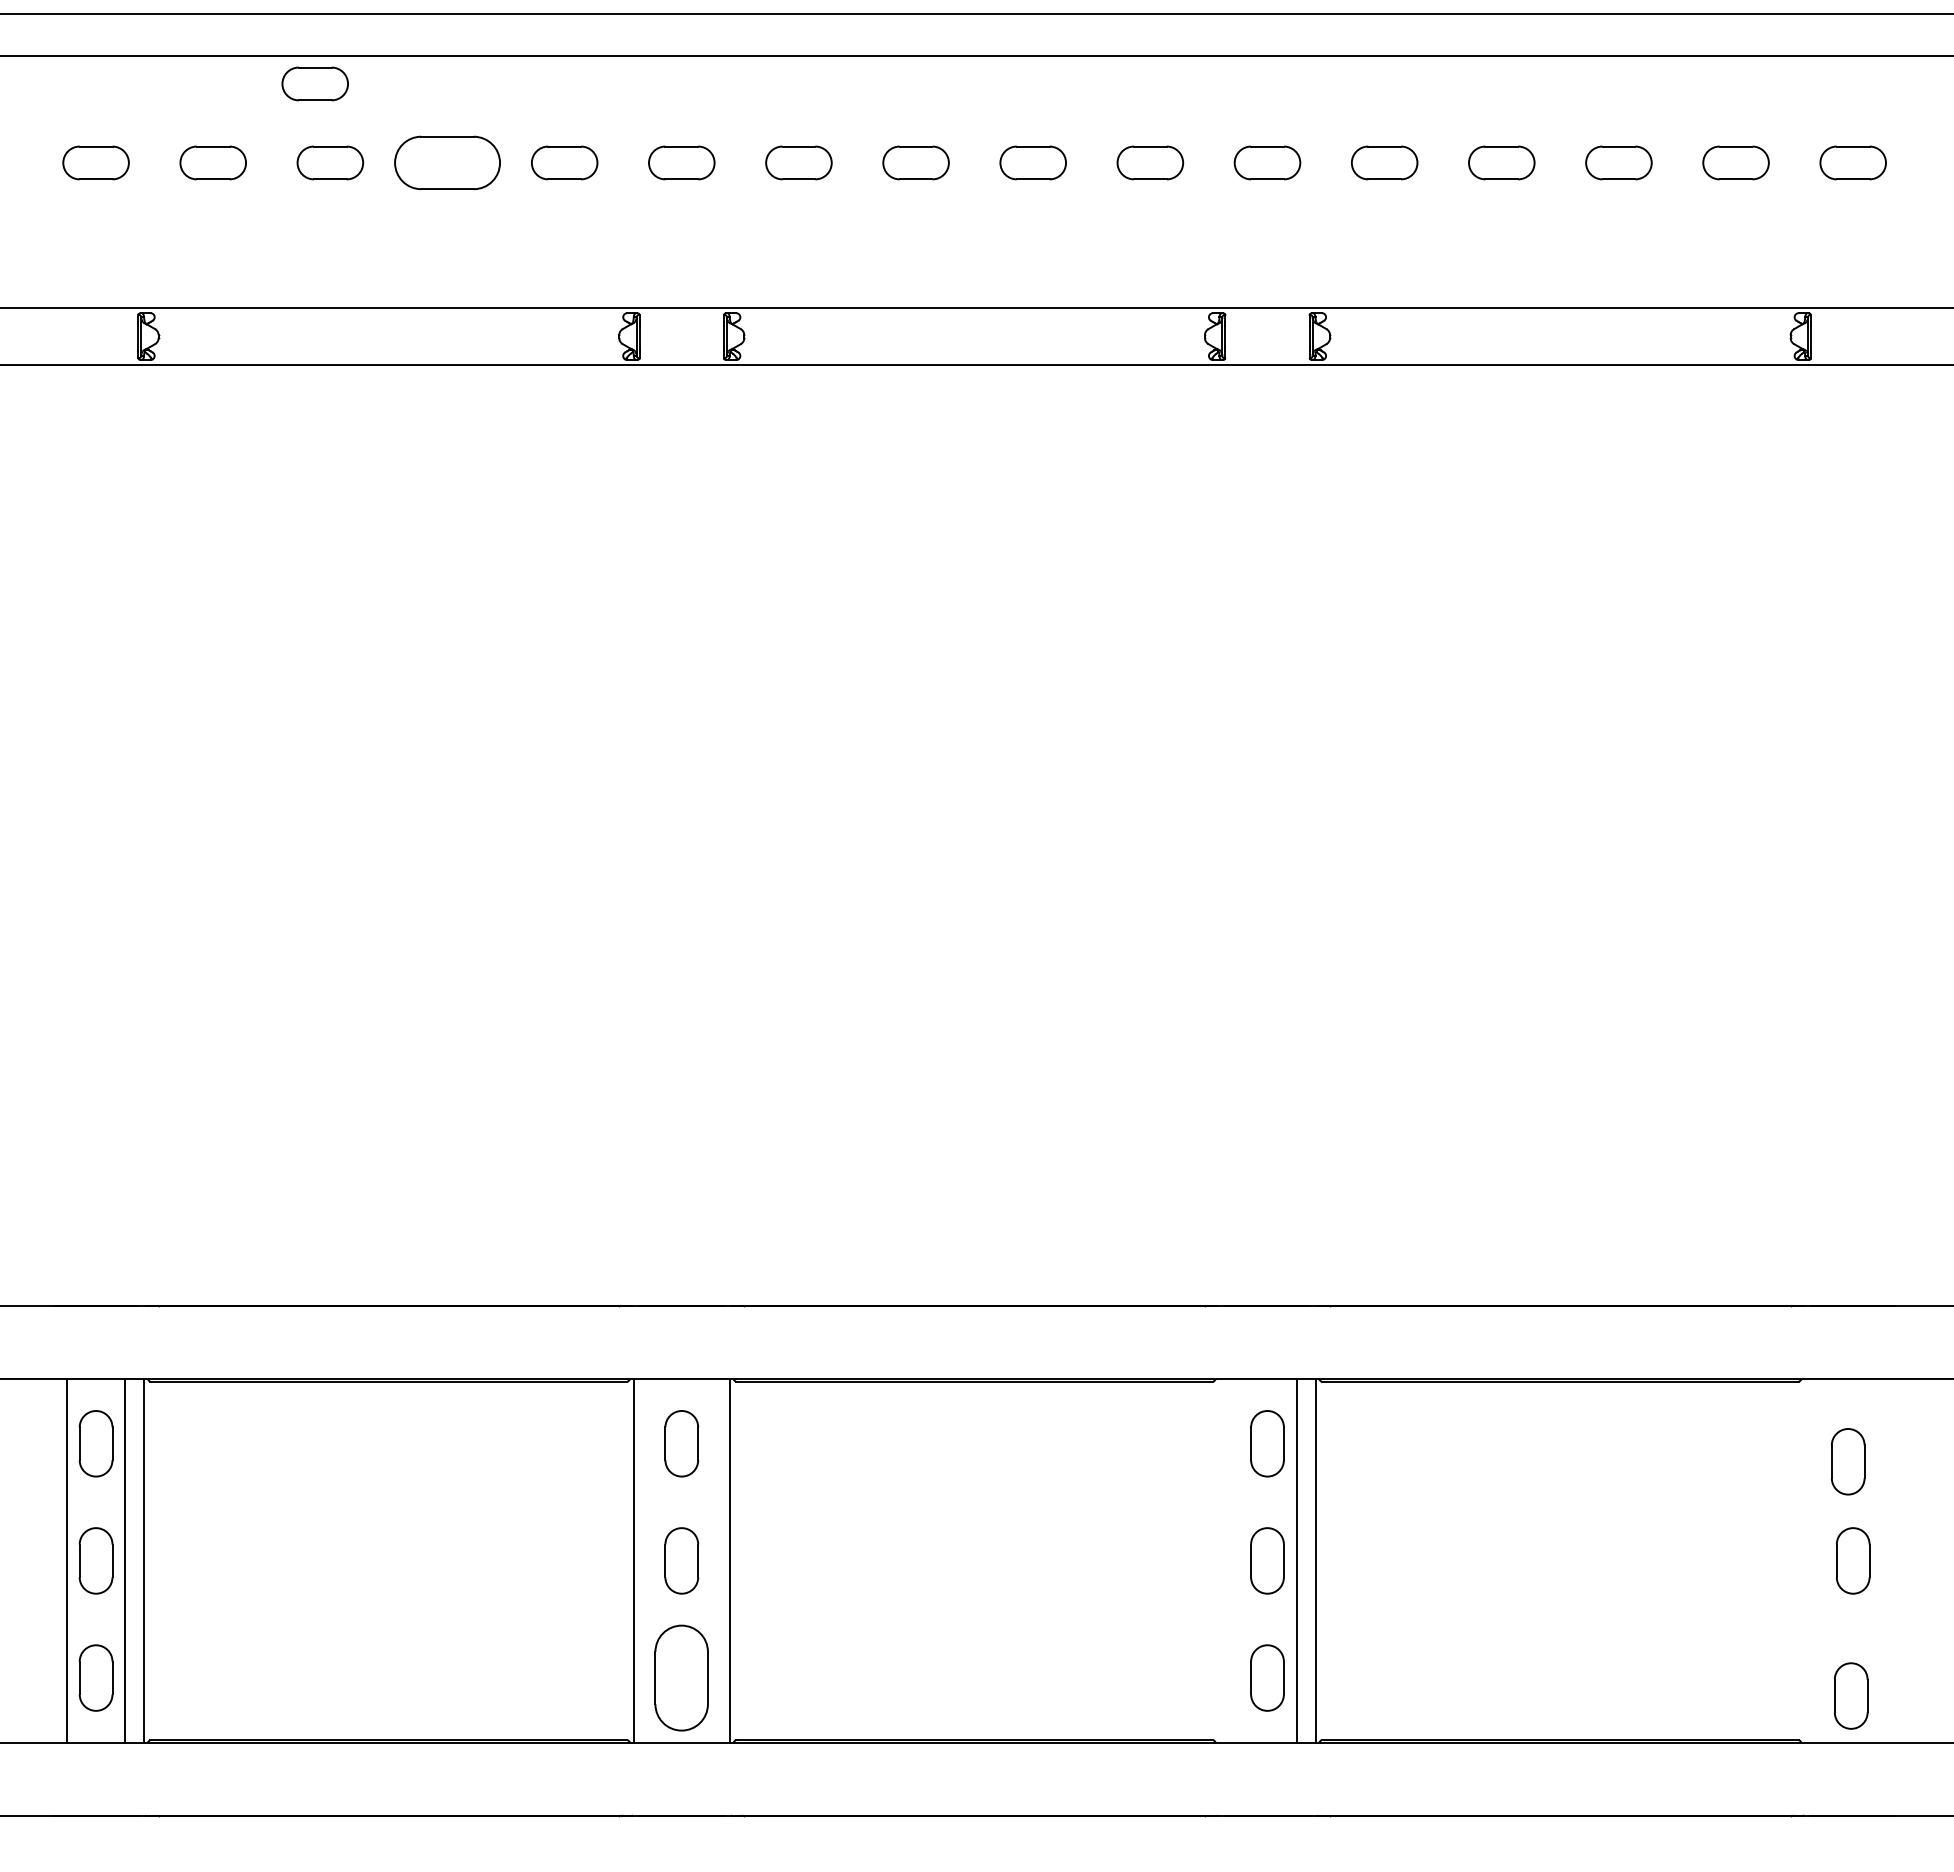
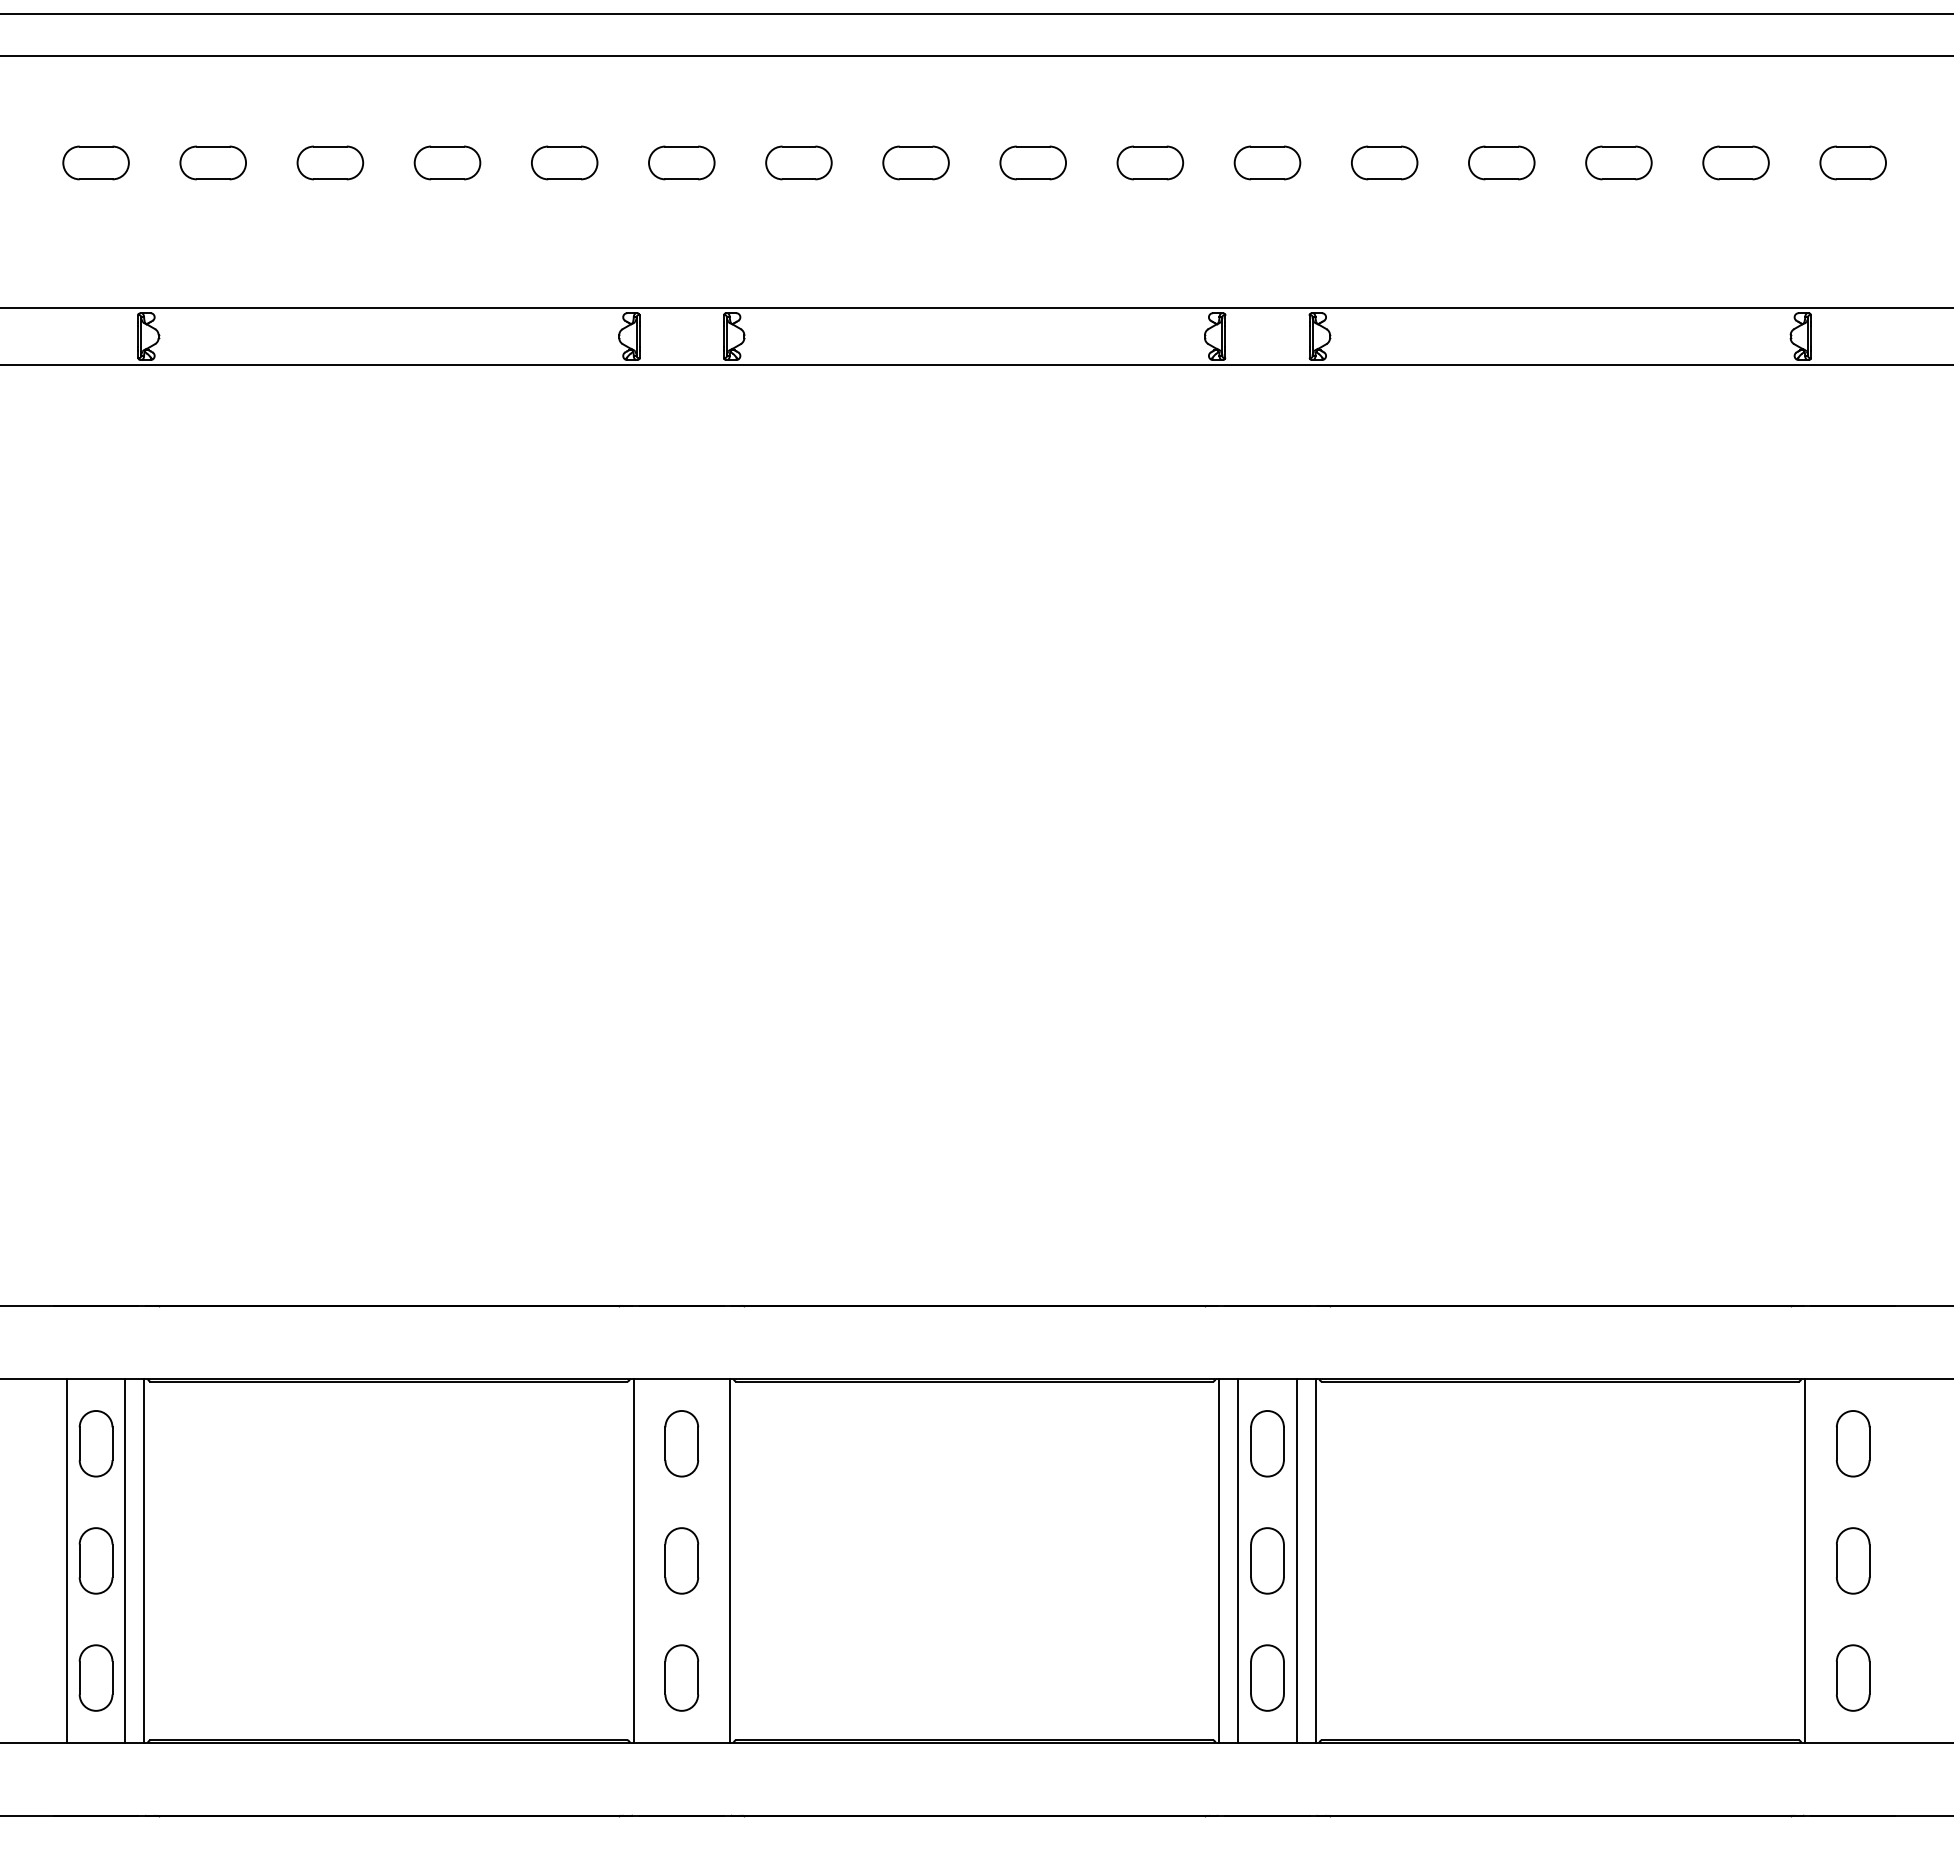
part at (314, 83): present -> none
part at (447, 162) size: 107x56 px -> 69x36 px
part at (1848, 1461) position: (1848, 1461) -> (1853, 1443)
line at (1219, 1560): none -> present
line at (1238, 1560): none -> present
line at (1805, 1560): none -> present
part at (681, 1677) size: 55x108 px -> 36x68 px
part at (1851, 1695) position: (1851, 1695) -> (1853, 1677)
